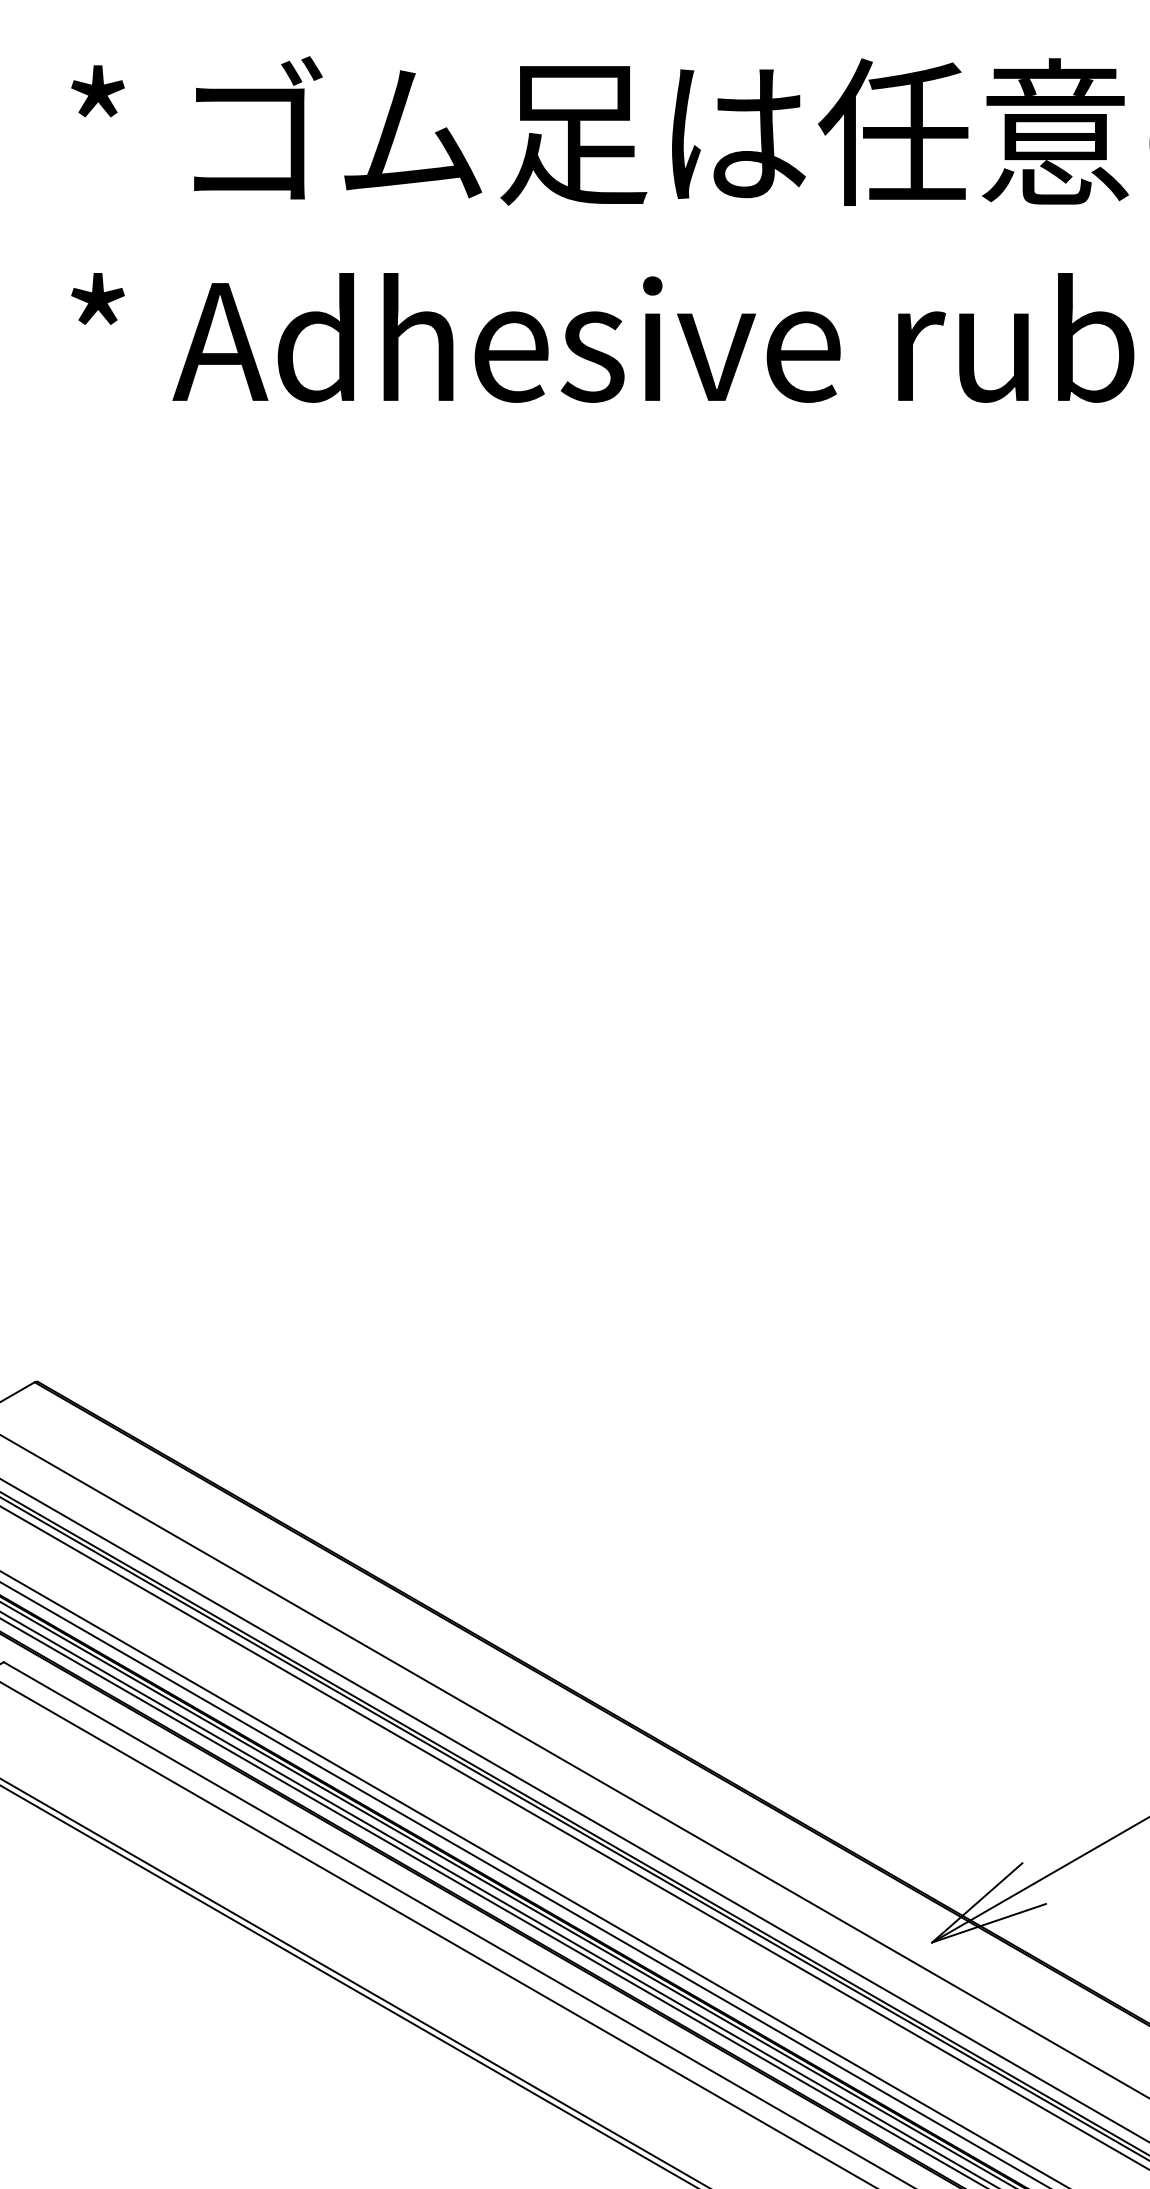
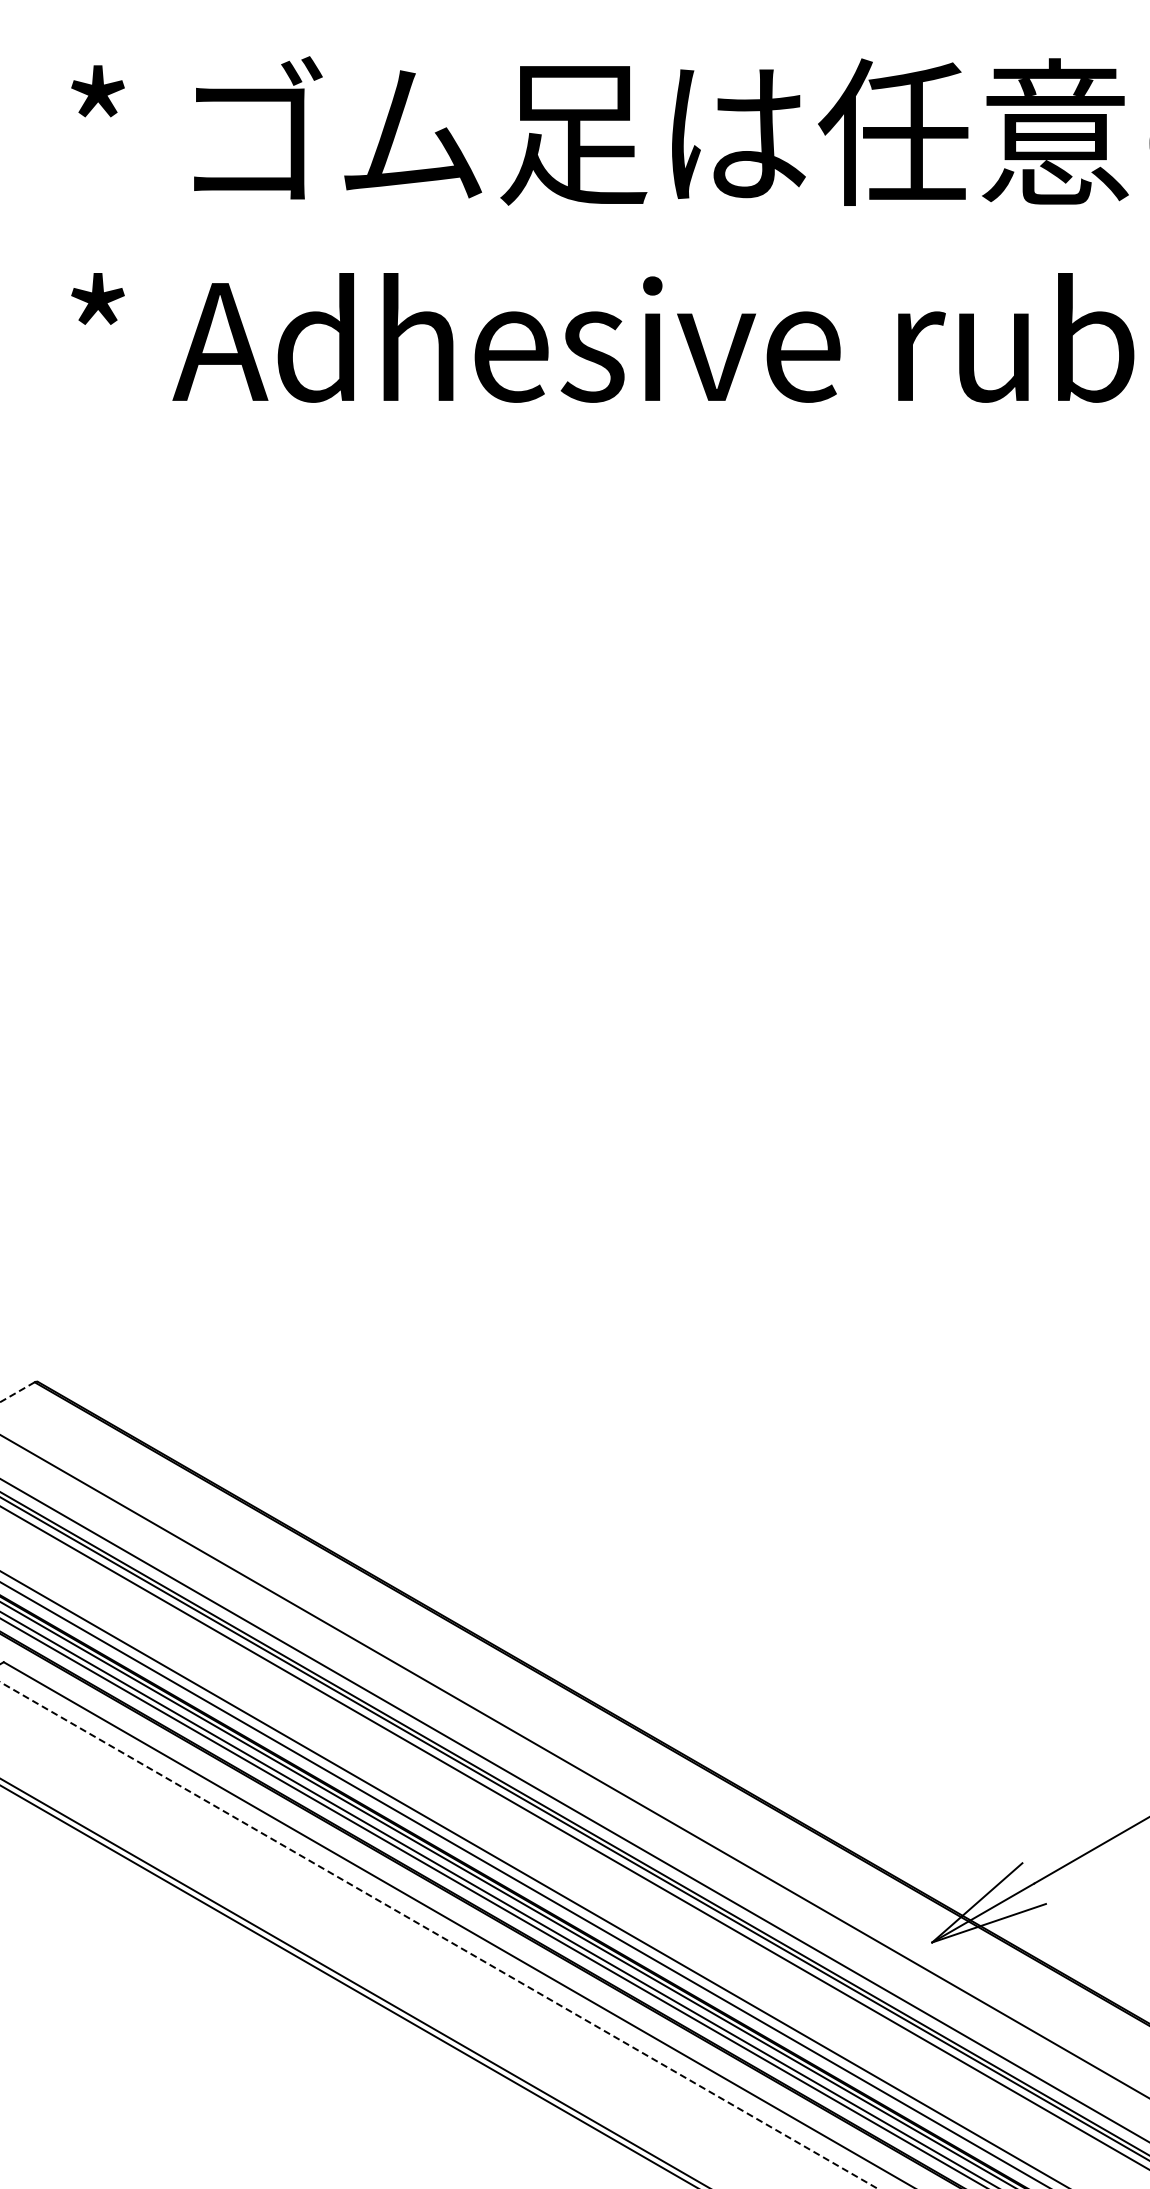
line at (17, 1392): solid -> dashed
line at (439, 1935): solid -> dashed
